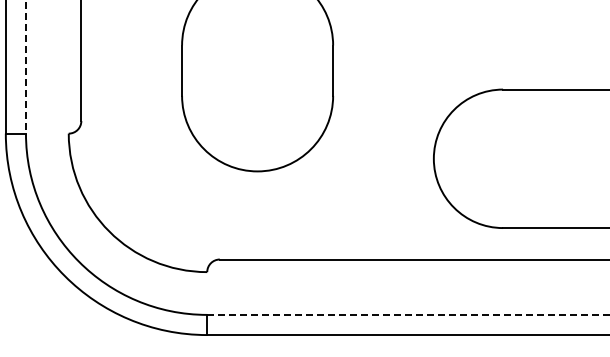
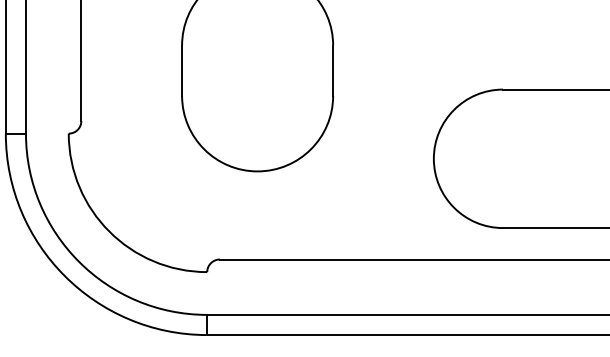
line at (25, 67): dashed -> solid
line at (408, 314): dashed -> solid
